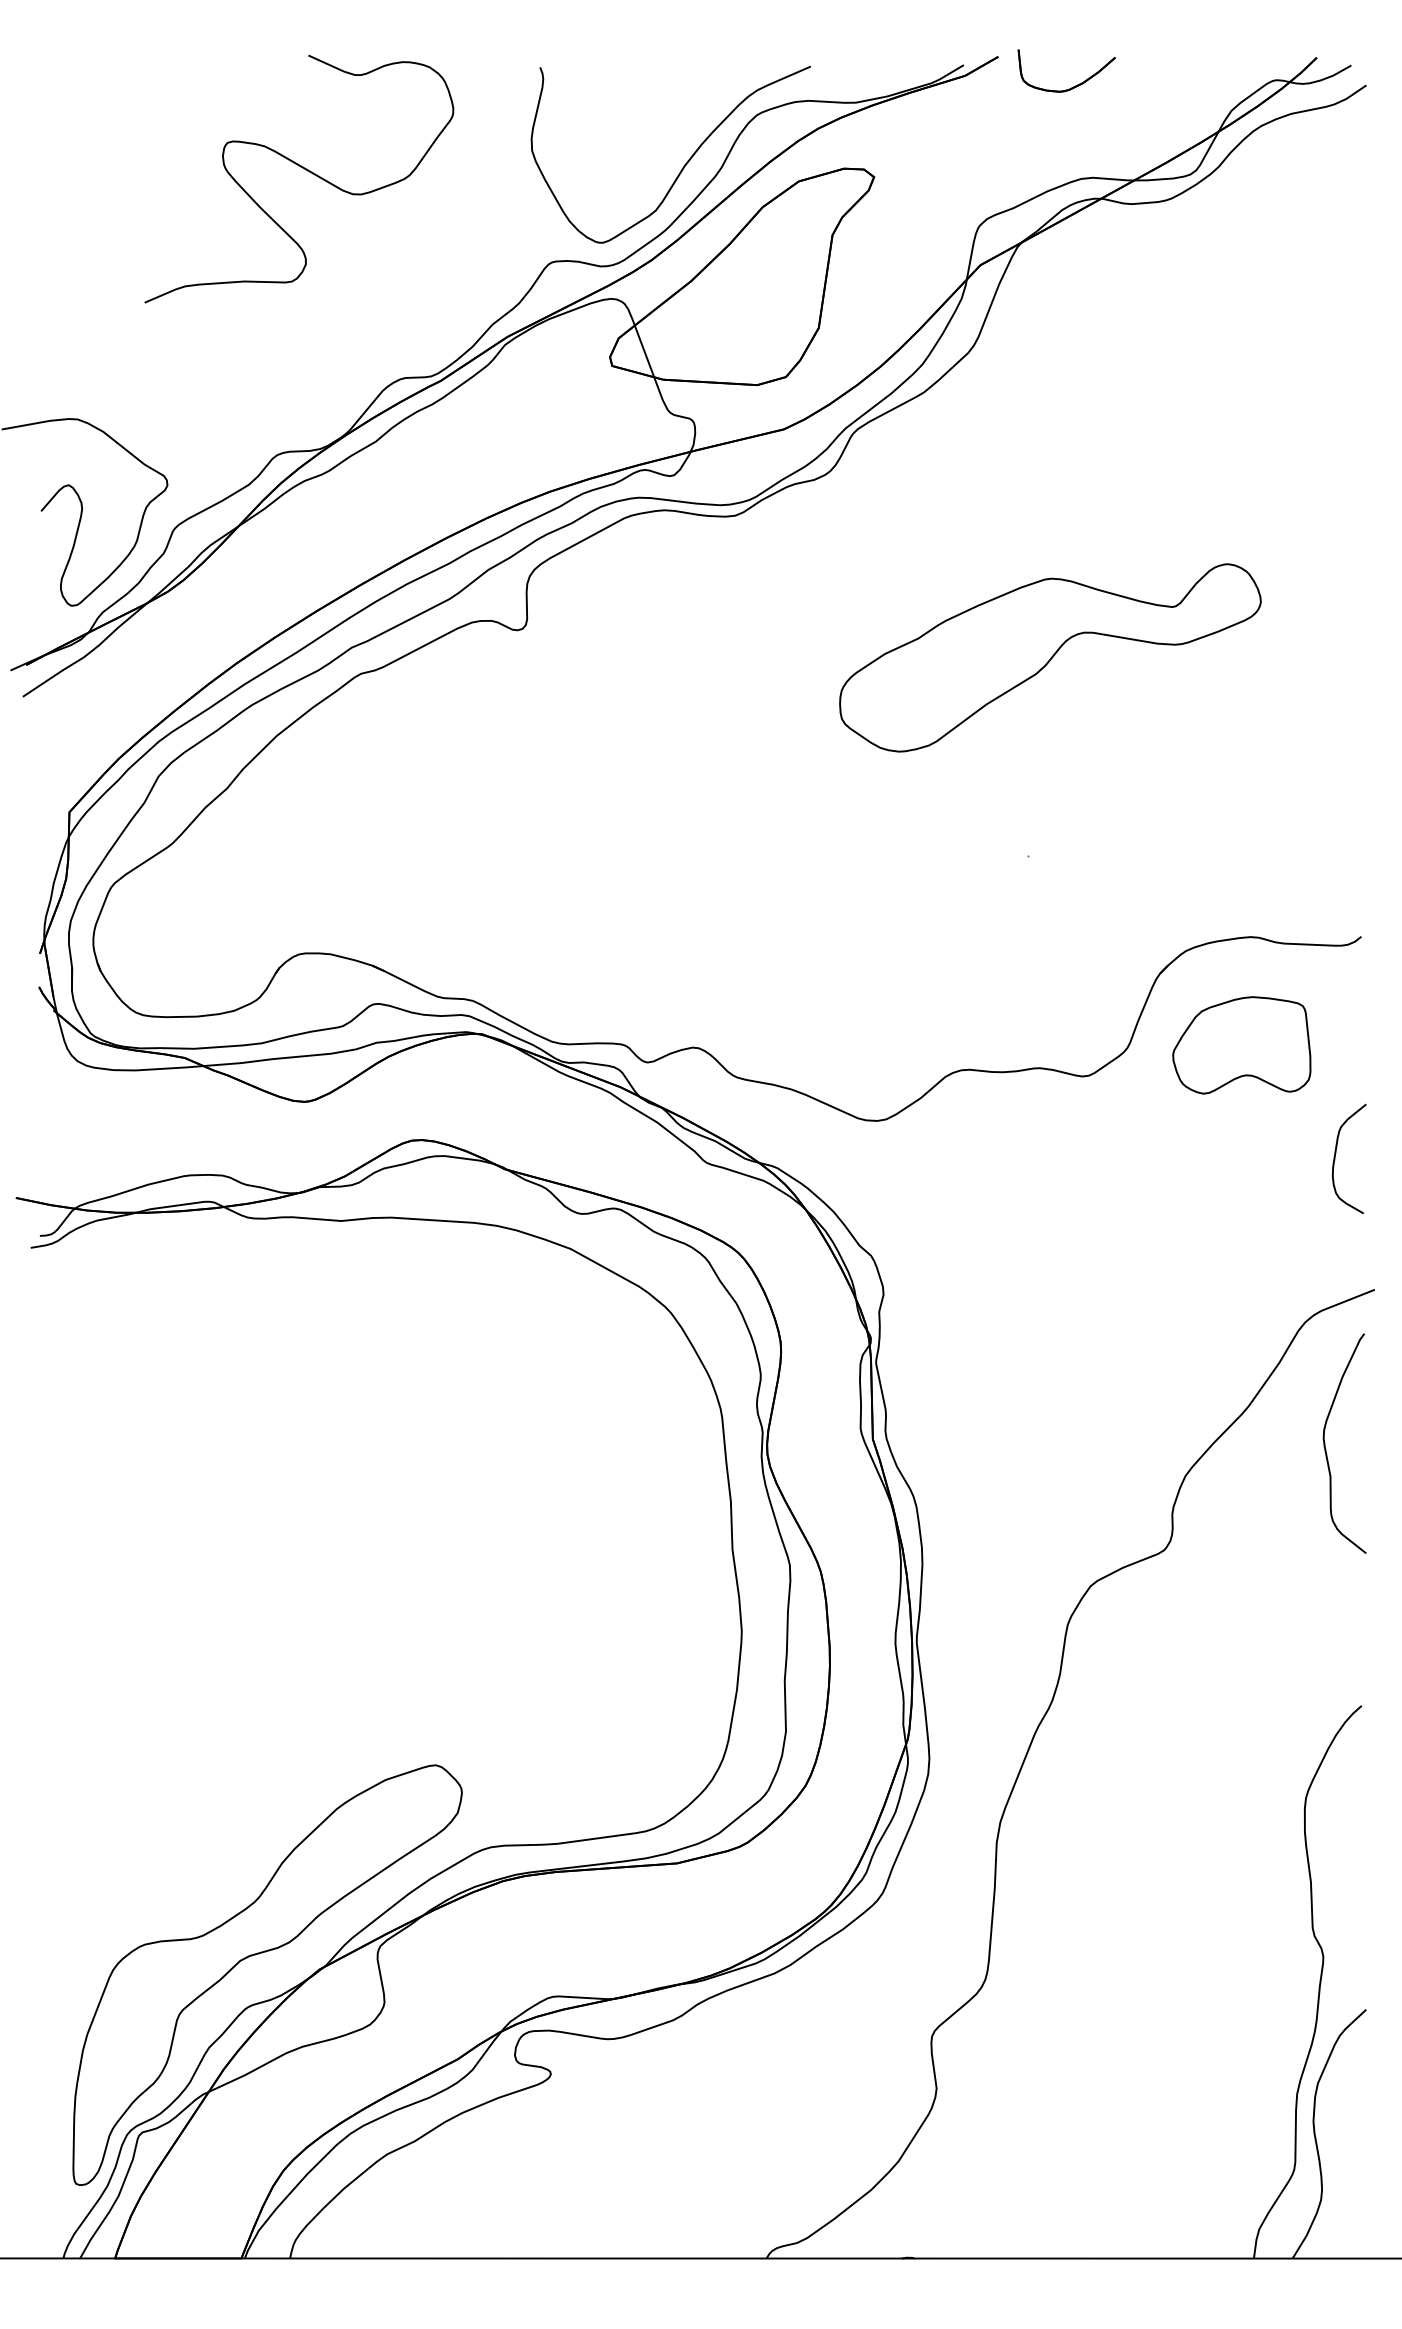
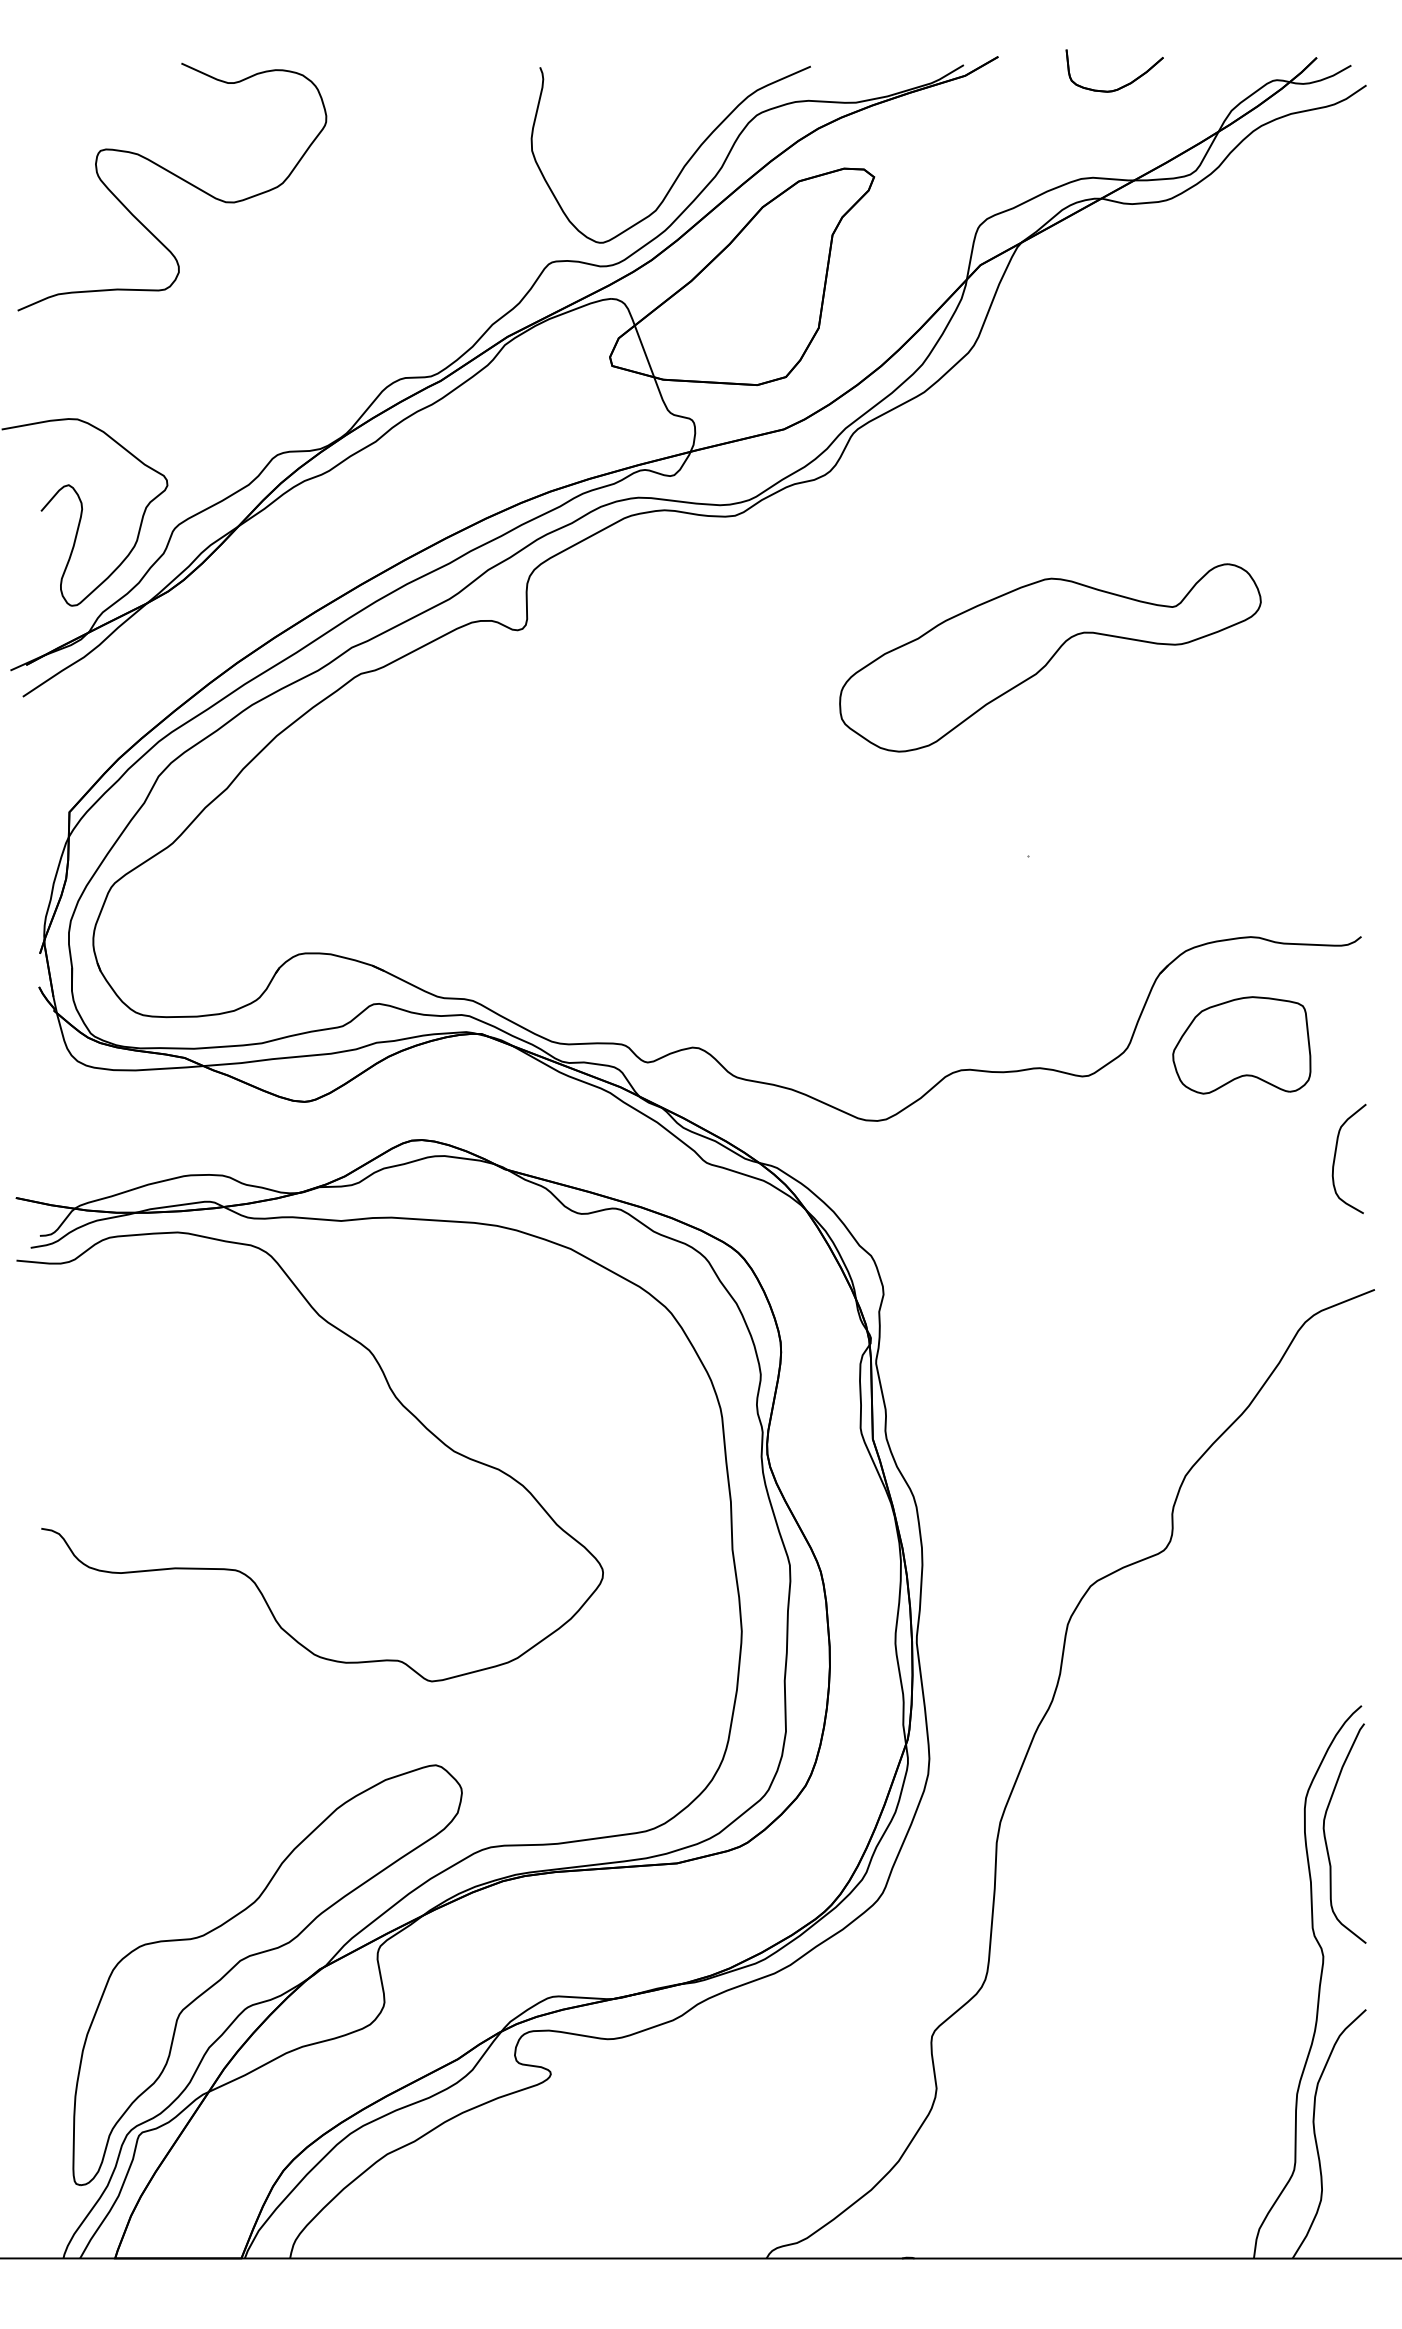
part at (1073, 86) position: (1073, 86) -> (1121, 86)
curve at (305, 170) position: (305, 170) -> (178, 178)
curve at (395, 1398): none -> present
curve at (1326, 1449) position: (1326, 1449) -> (1326, 1839)
